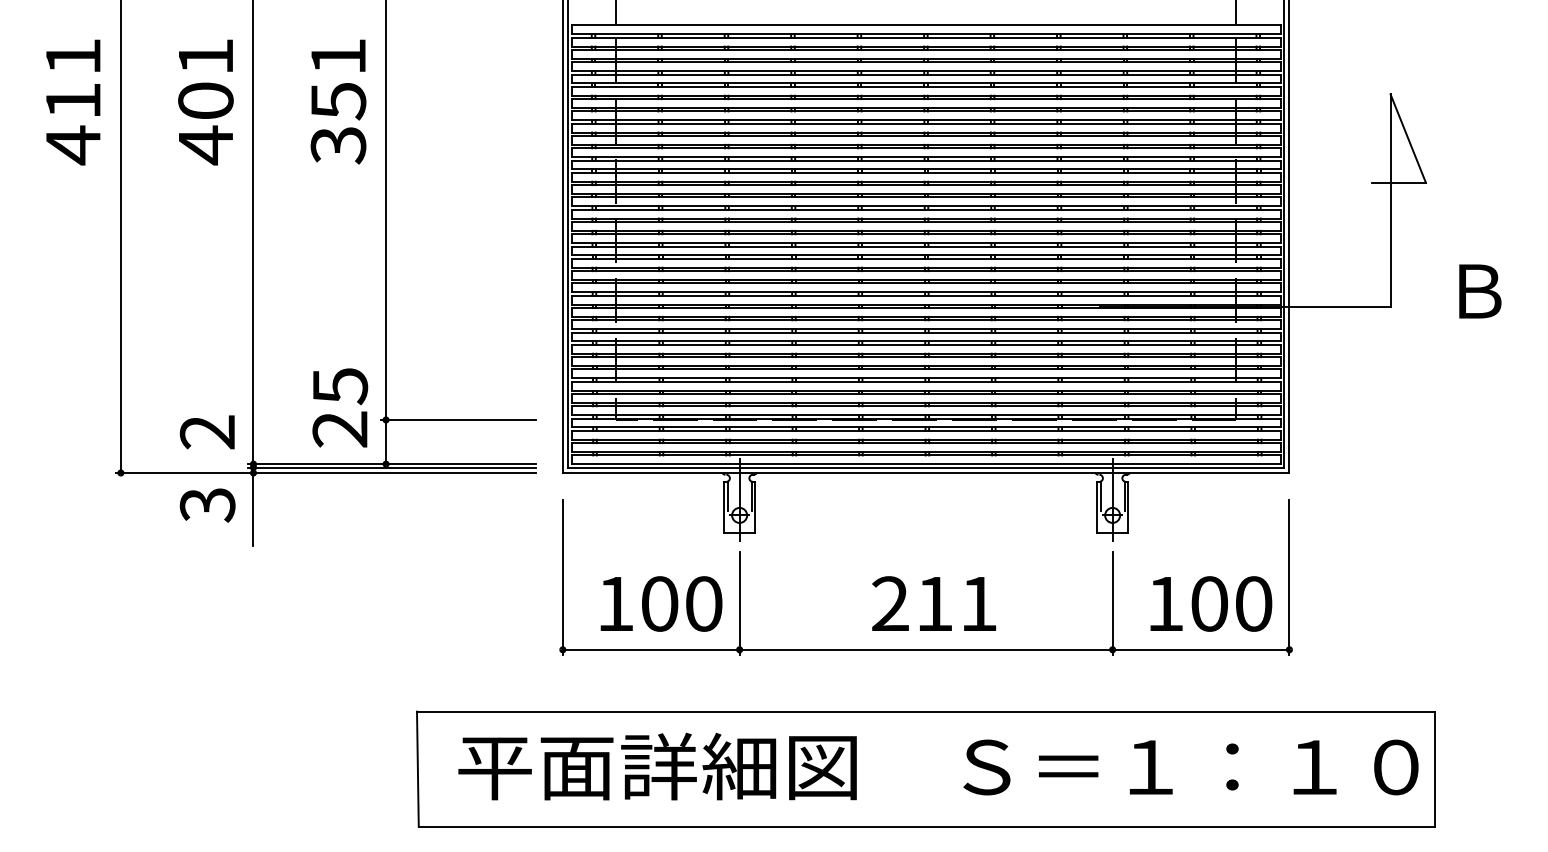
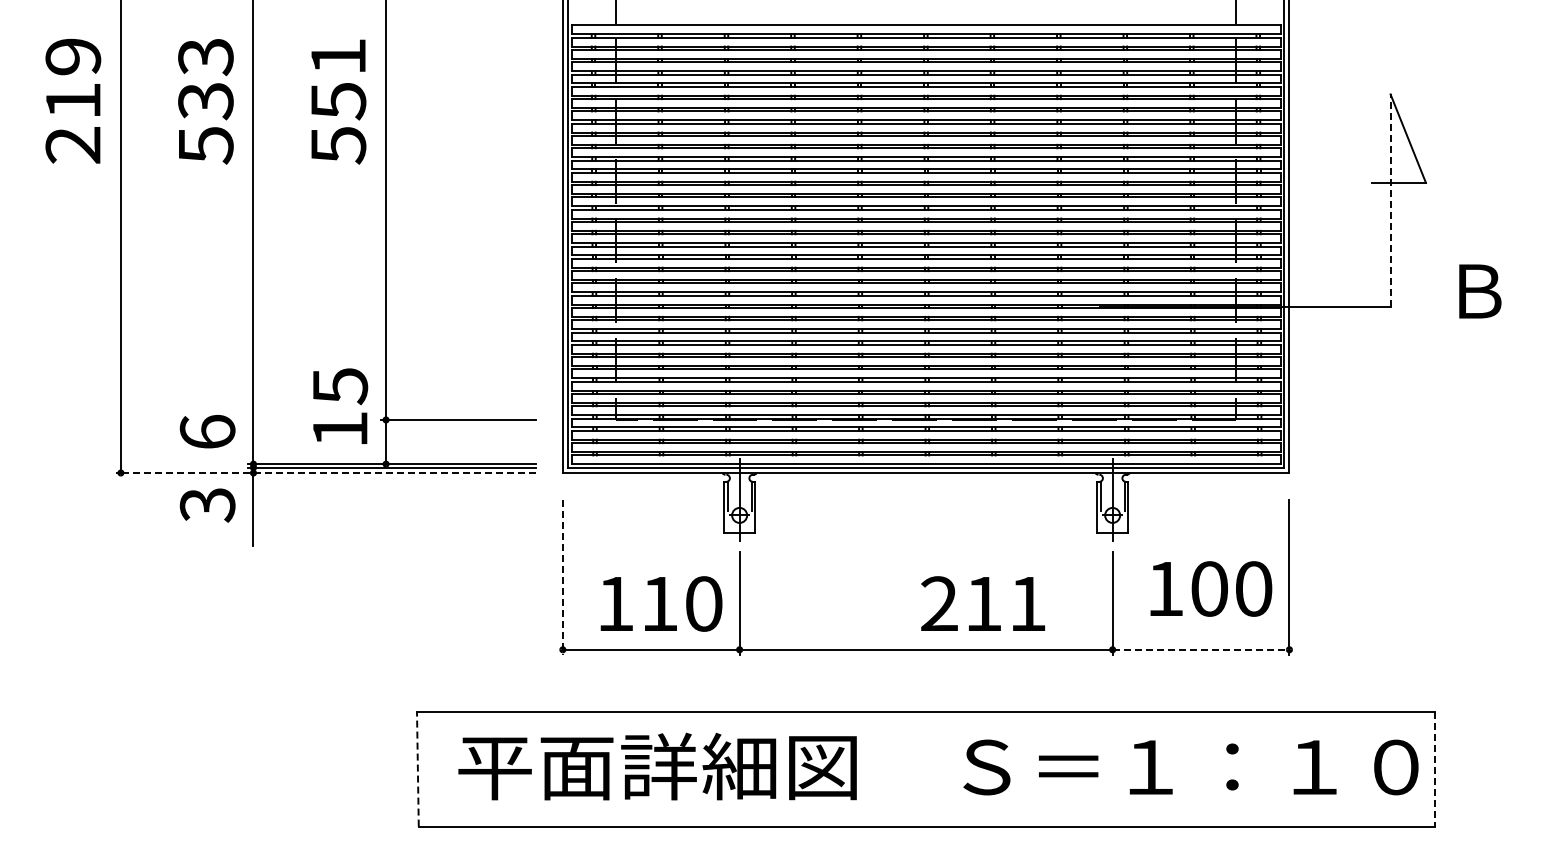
text at (73, 101): 411 -> 219
text at (205, 102): 401 -> 533
text at (337, 145): 351 -> 551
line at (1390, 200): solid -> dashed
text at (339, 429): 25 -> 15
text at (207, 432): 2 -> 6
line at (325, 473): solid -> dashed
line at (562, 577): solid -> dashed
text at (660, 603): 100 -> 110
text at (933, 603) position: (933, 603) -> (982, 603)
text at (1211, 603) position: (1211, 603) -> (1211, 588)
line at (1201, 649): solid -> dashed
line at (417, 768): solid -> dashed
line at (1435, 769): solid -> dashed
